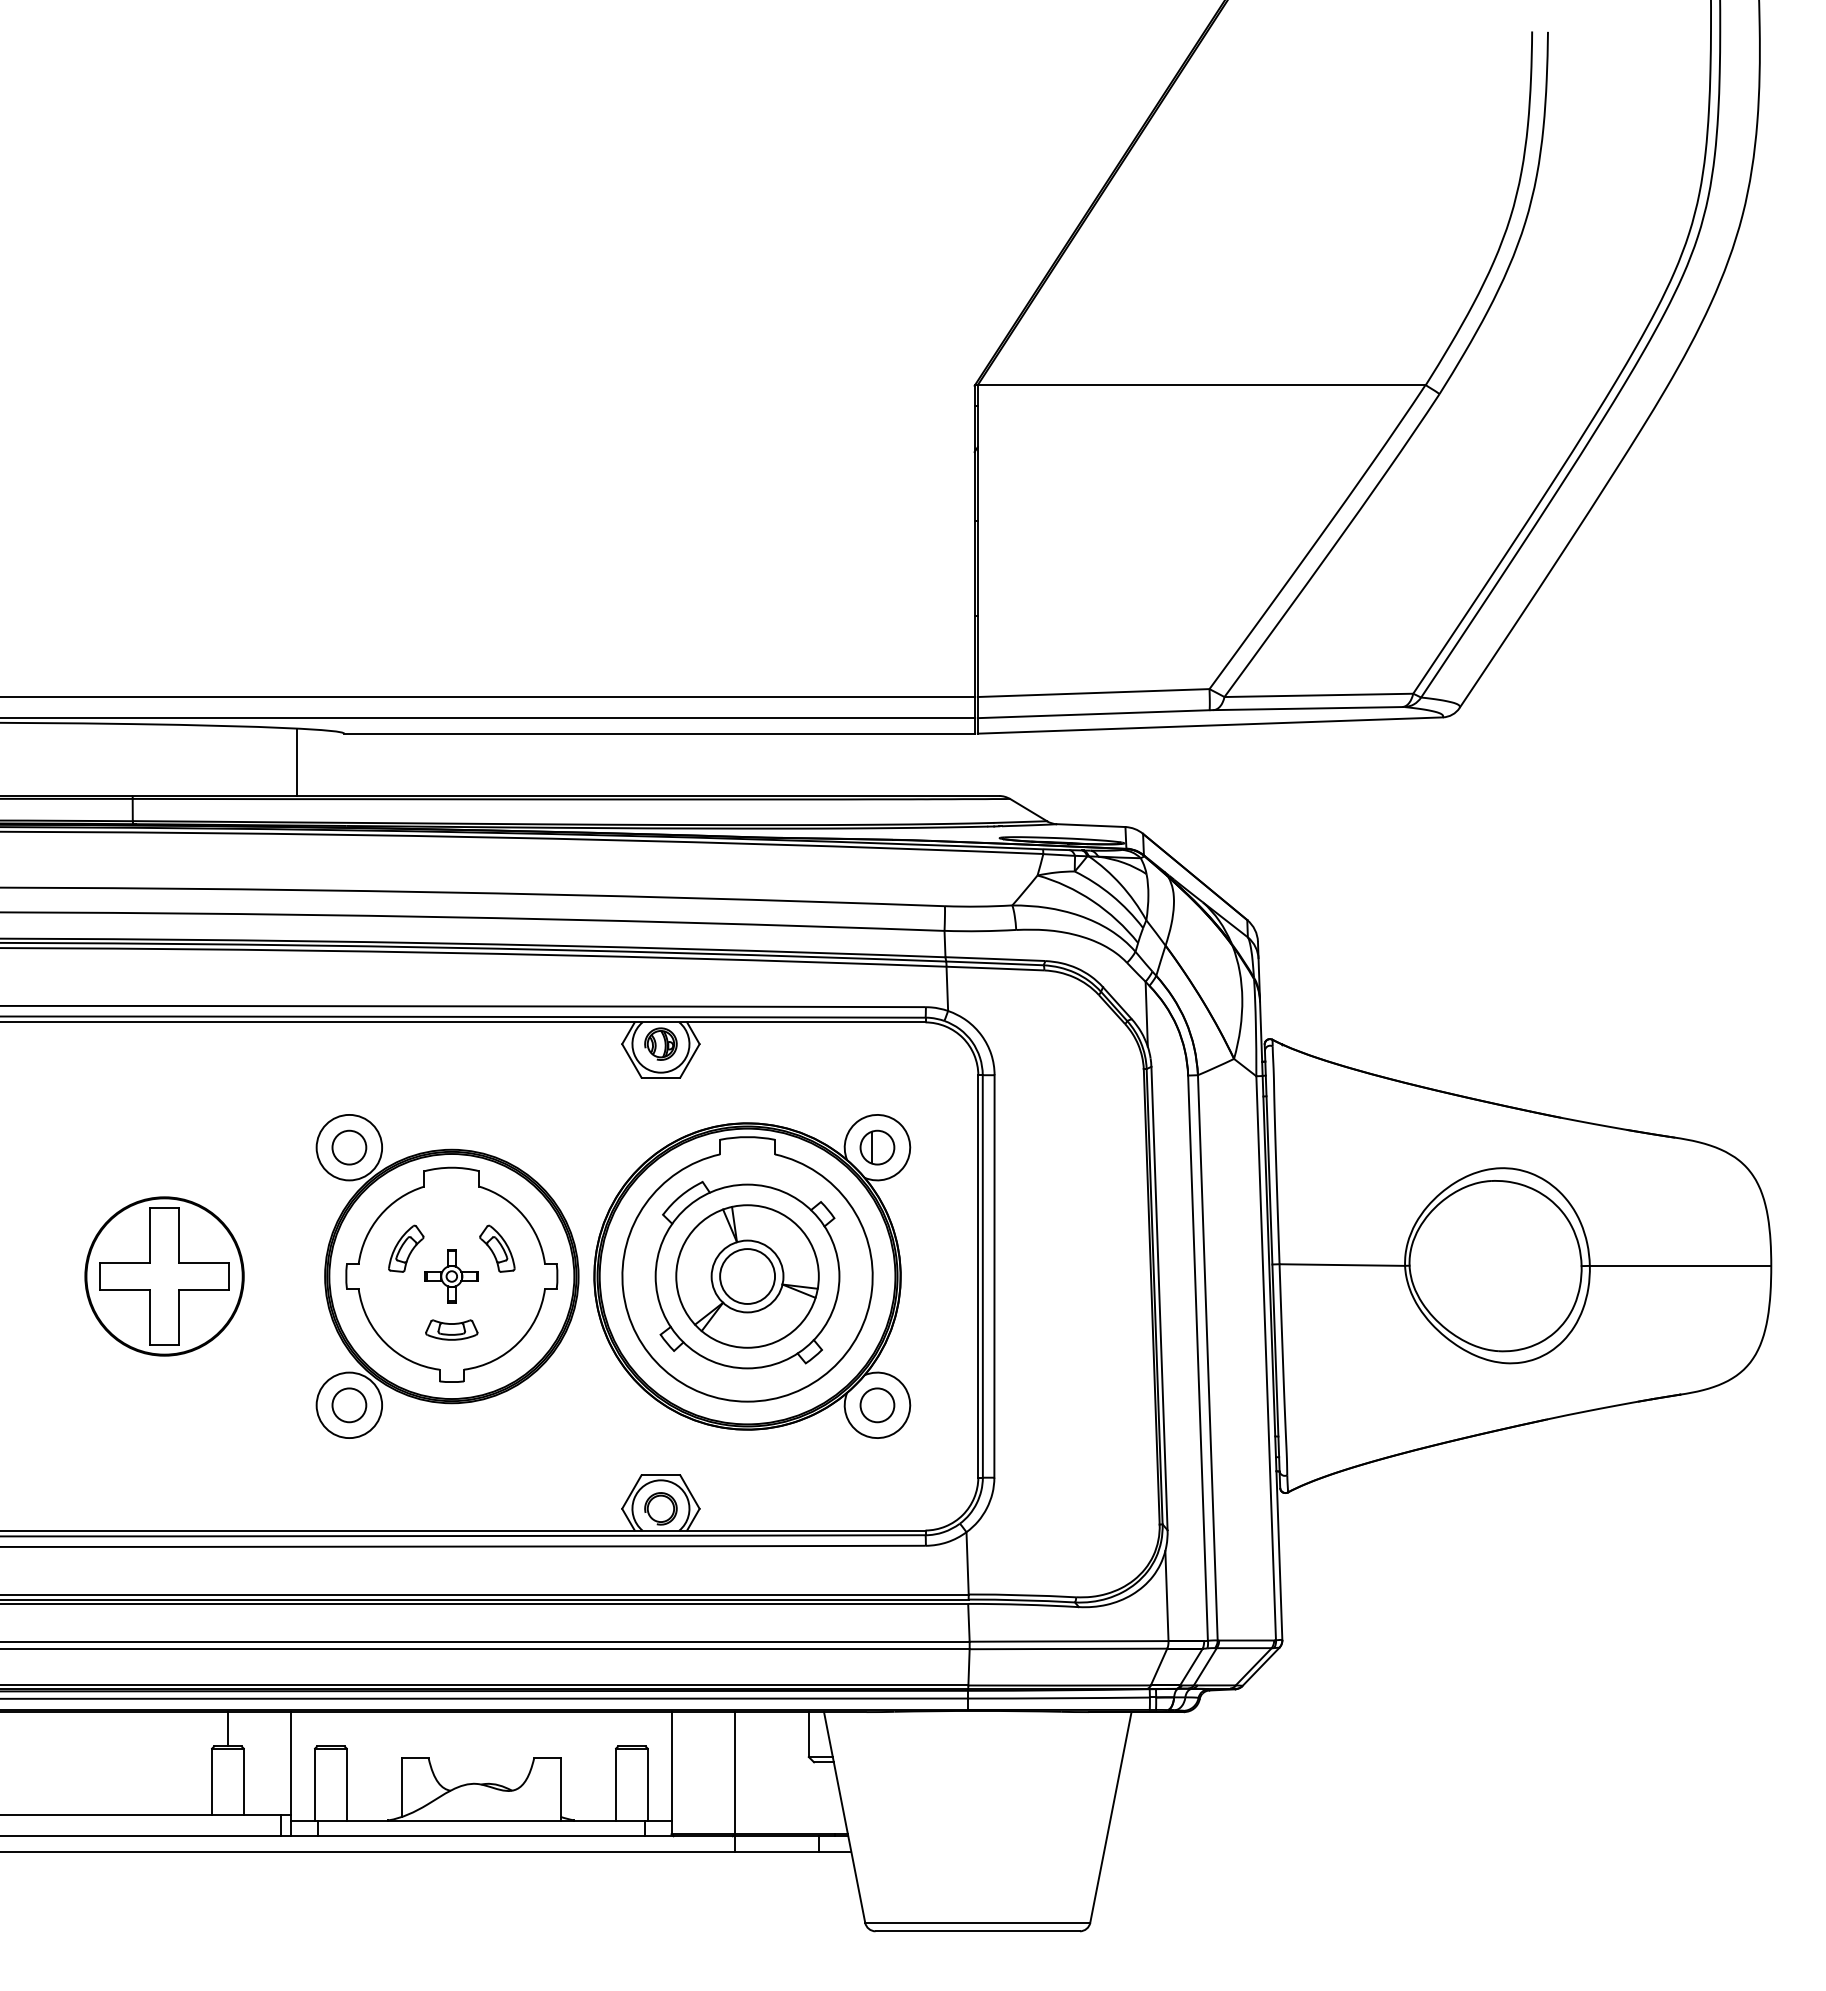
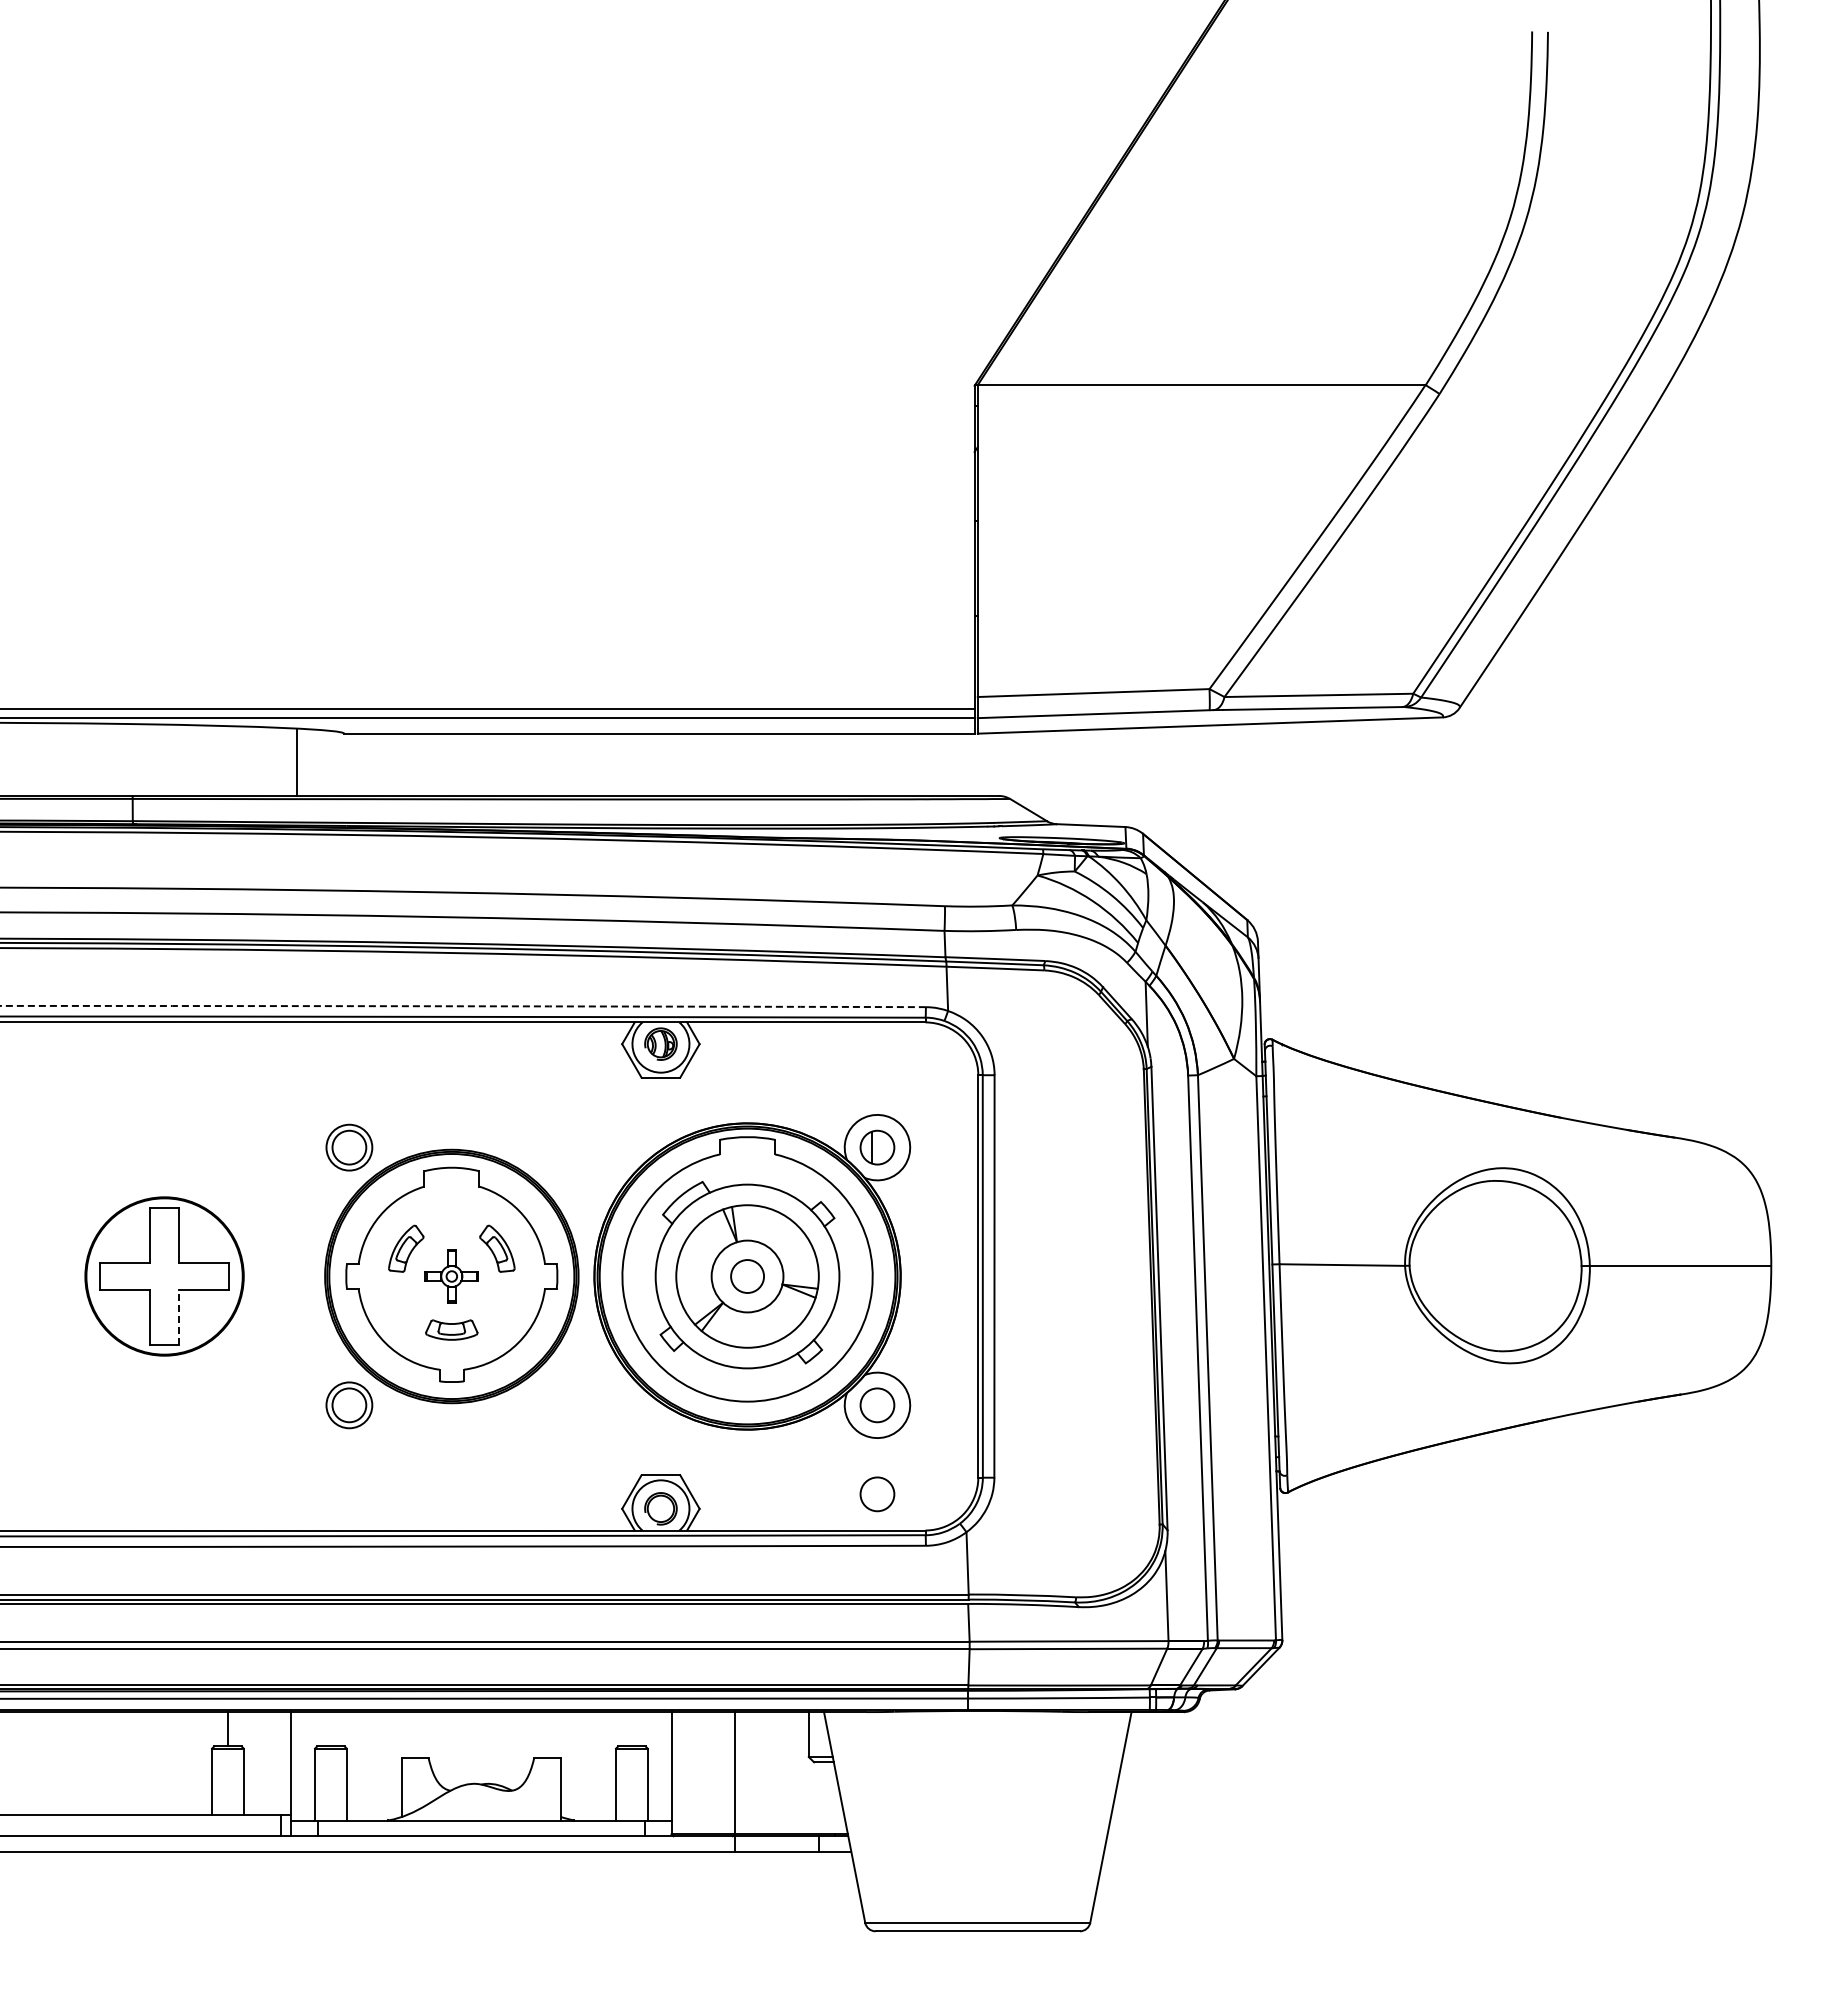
line at (488, 697) position: (488, 697) -> (488, 709)
arc at (462, 1006): solid -> dashed
circle at (349, 1147) diameter: 65 px -> 46 px
circle at (747, 1276) diameter: 55 px -> 33 px
line at (178, 1317): solid -> dashed
circle at (349, 1405) diameter: 65 px -> 46 px
circle at (877, 1494): none -> present
